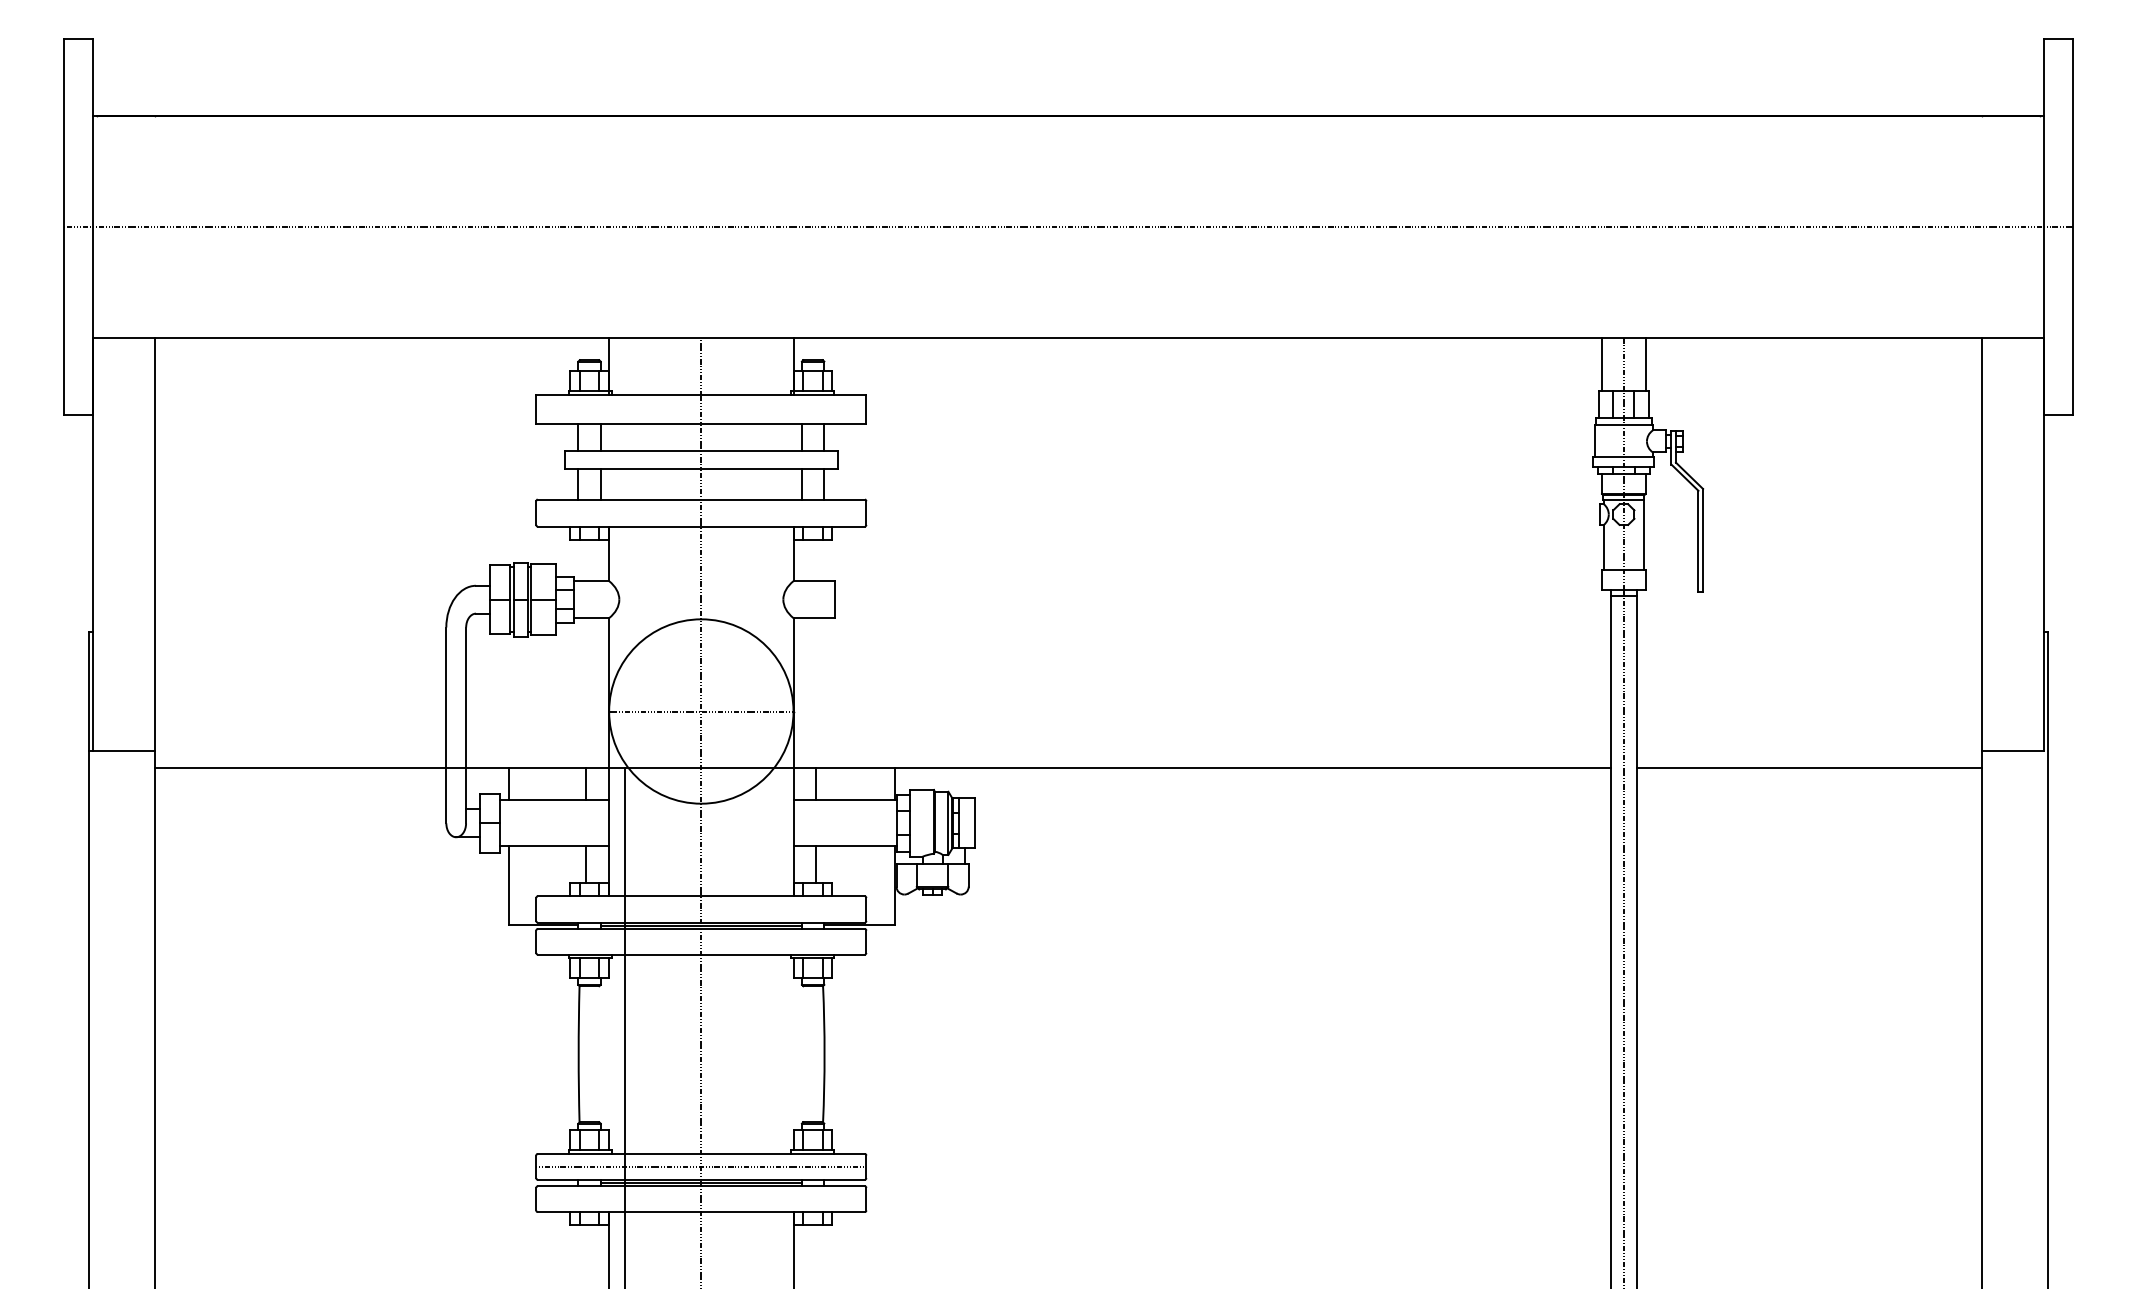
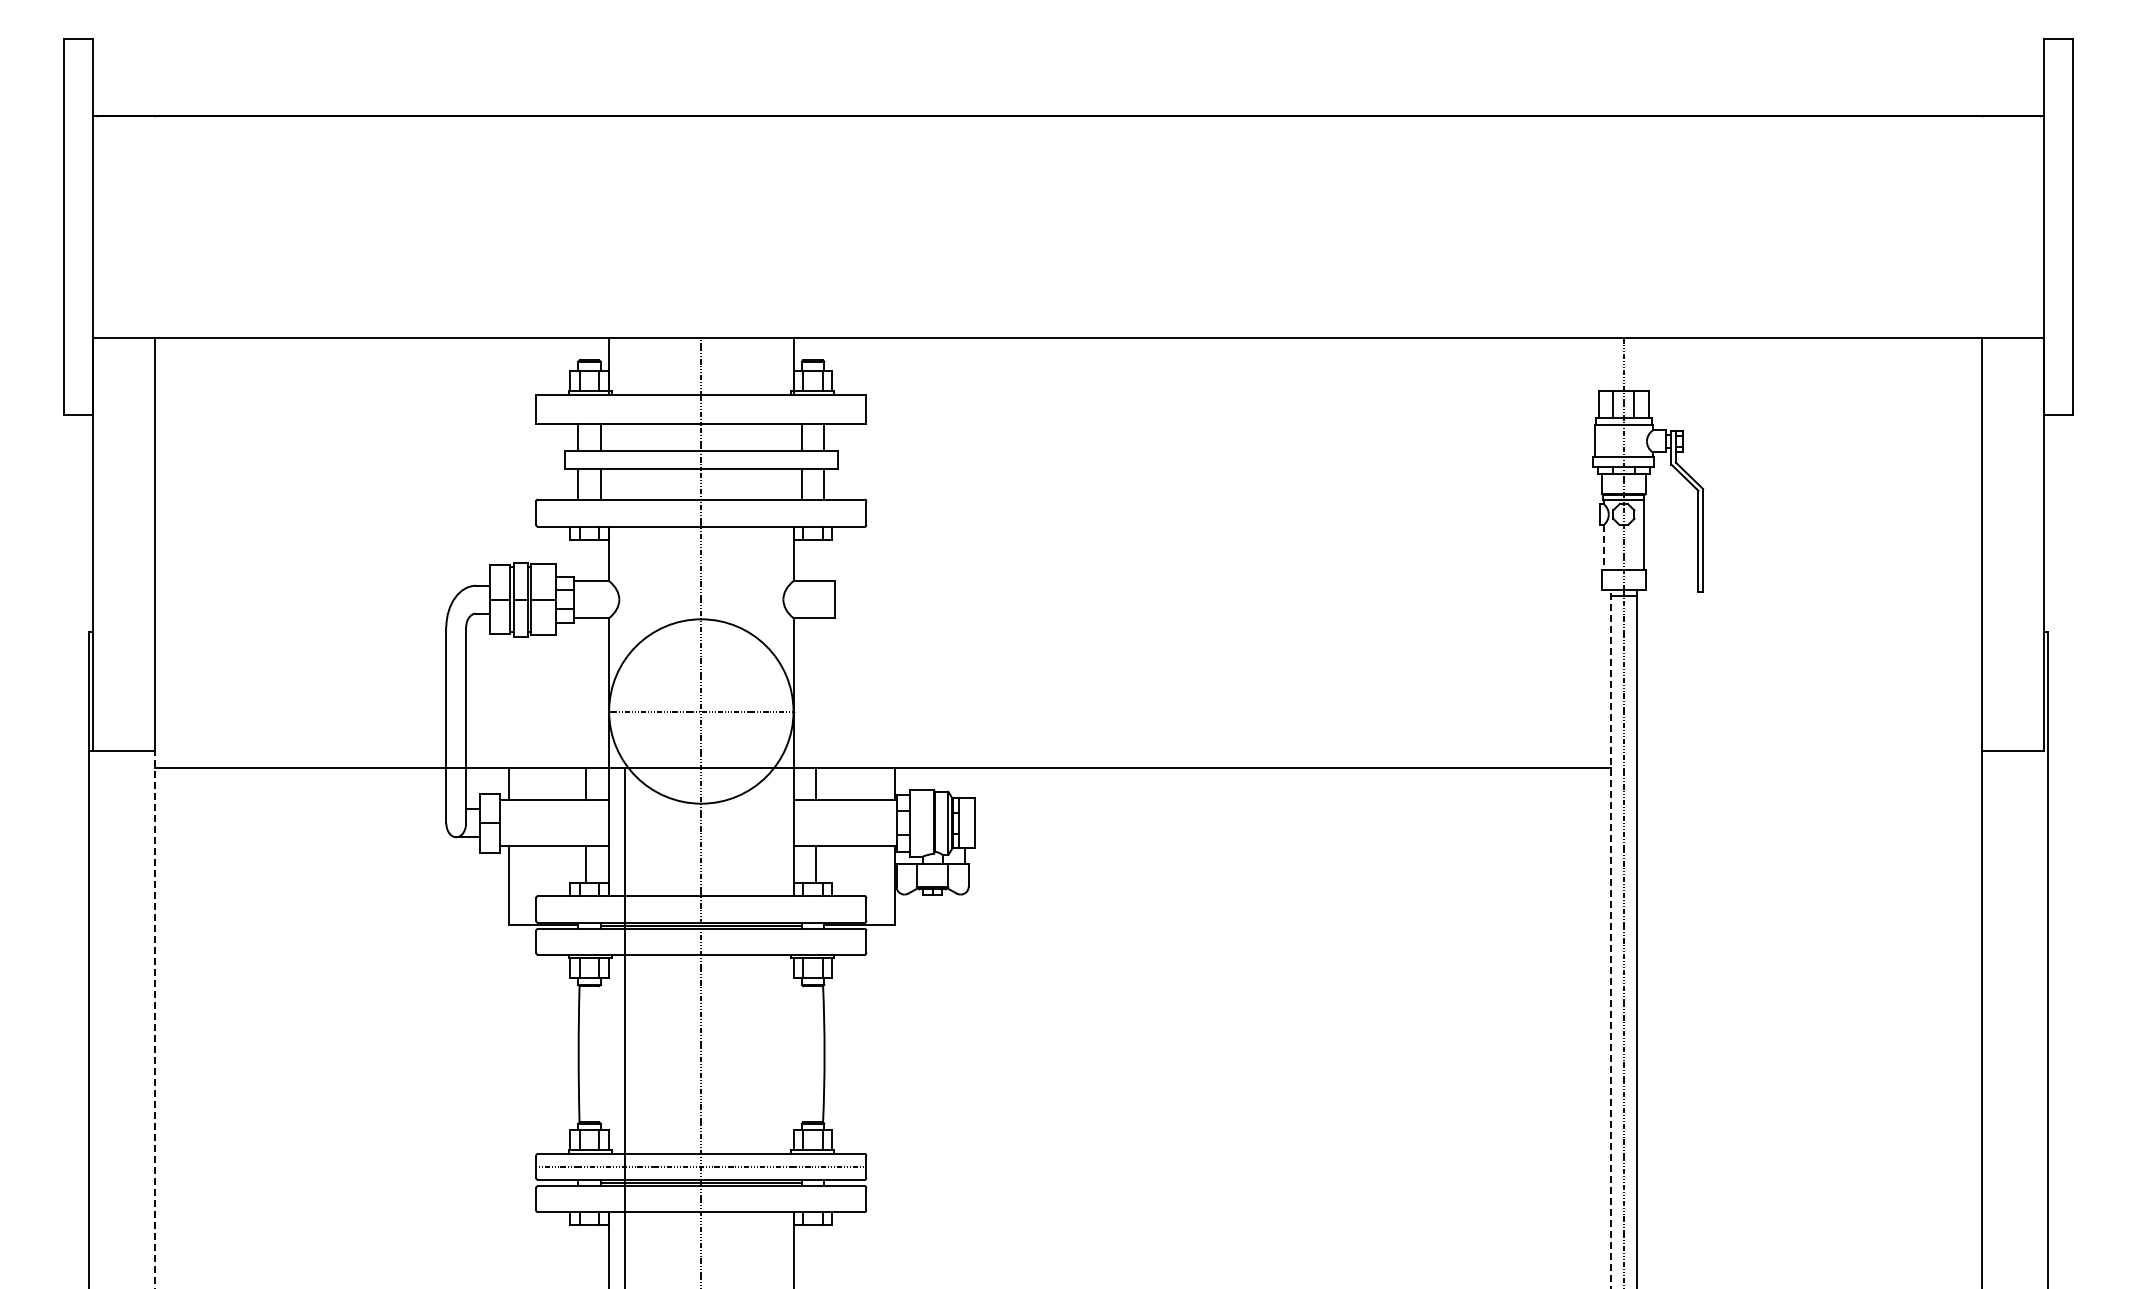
line at (1068, 226): present -> none
line at (1601, 364): present -> none
line at (1646, 364): present -> none
line at (1604, 547): solid -> dashed
line at (1809, 768): present -> none
line at (1610, 939): solid -> dashed
line at (155, 1019): solid -> dashed
